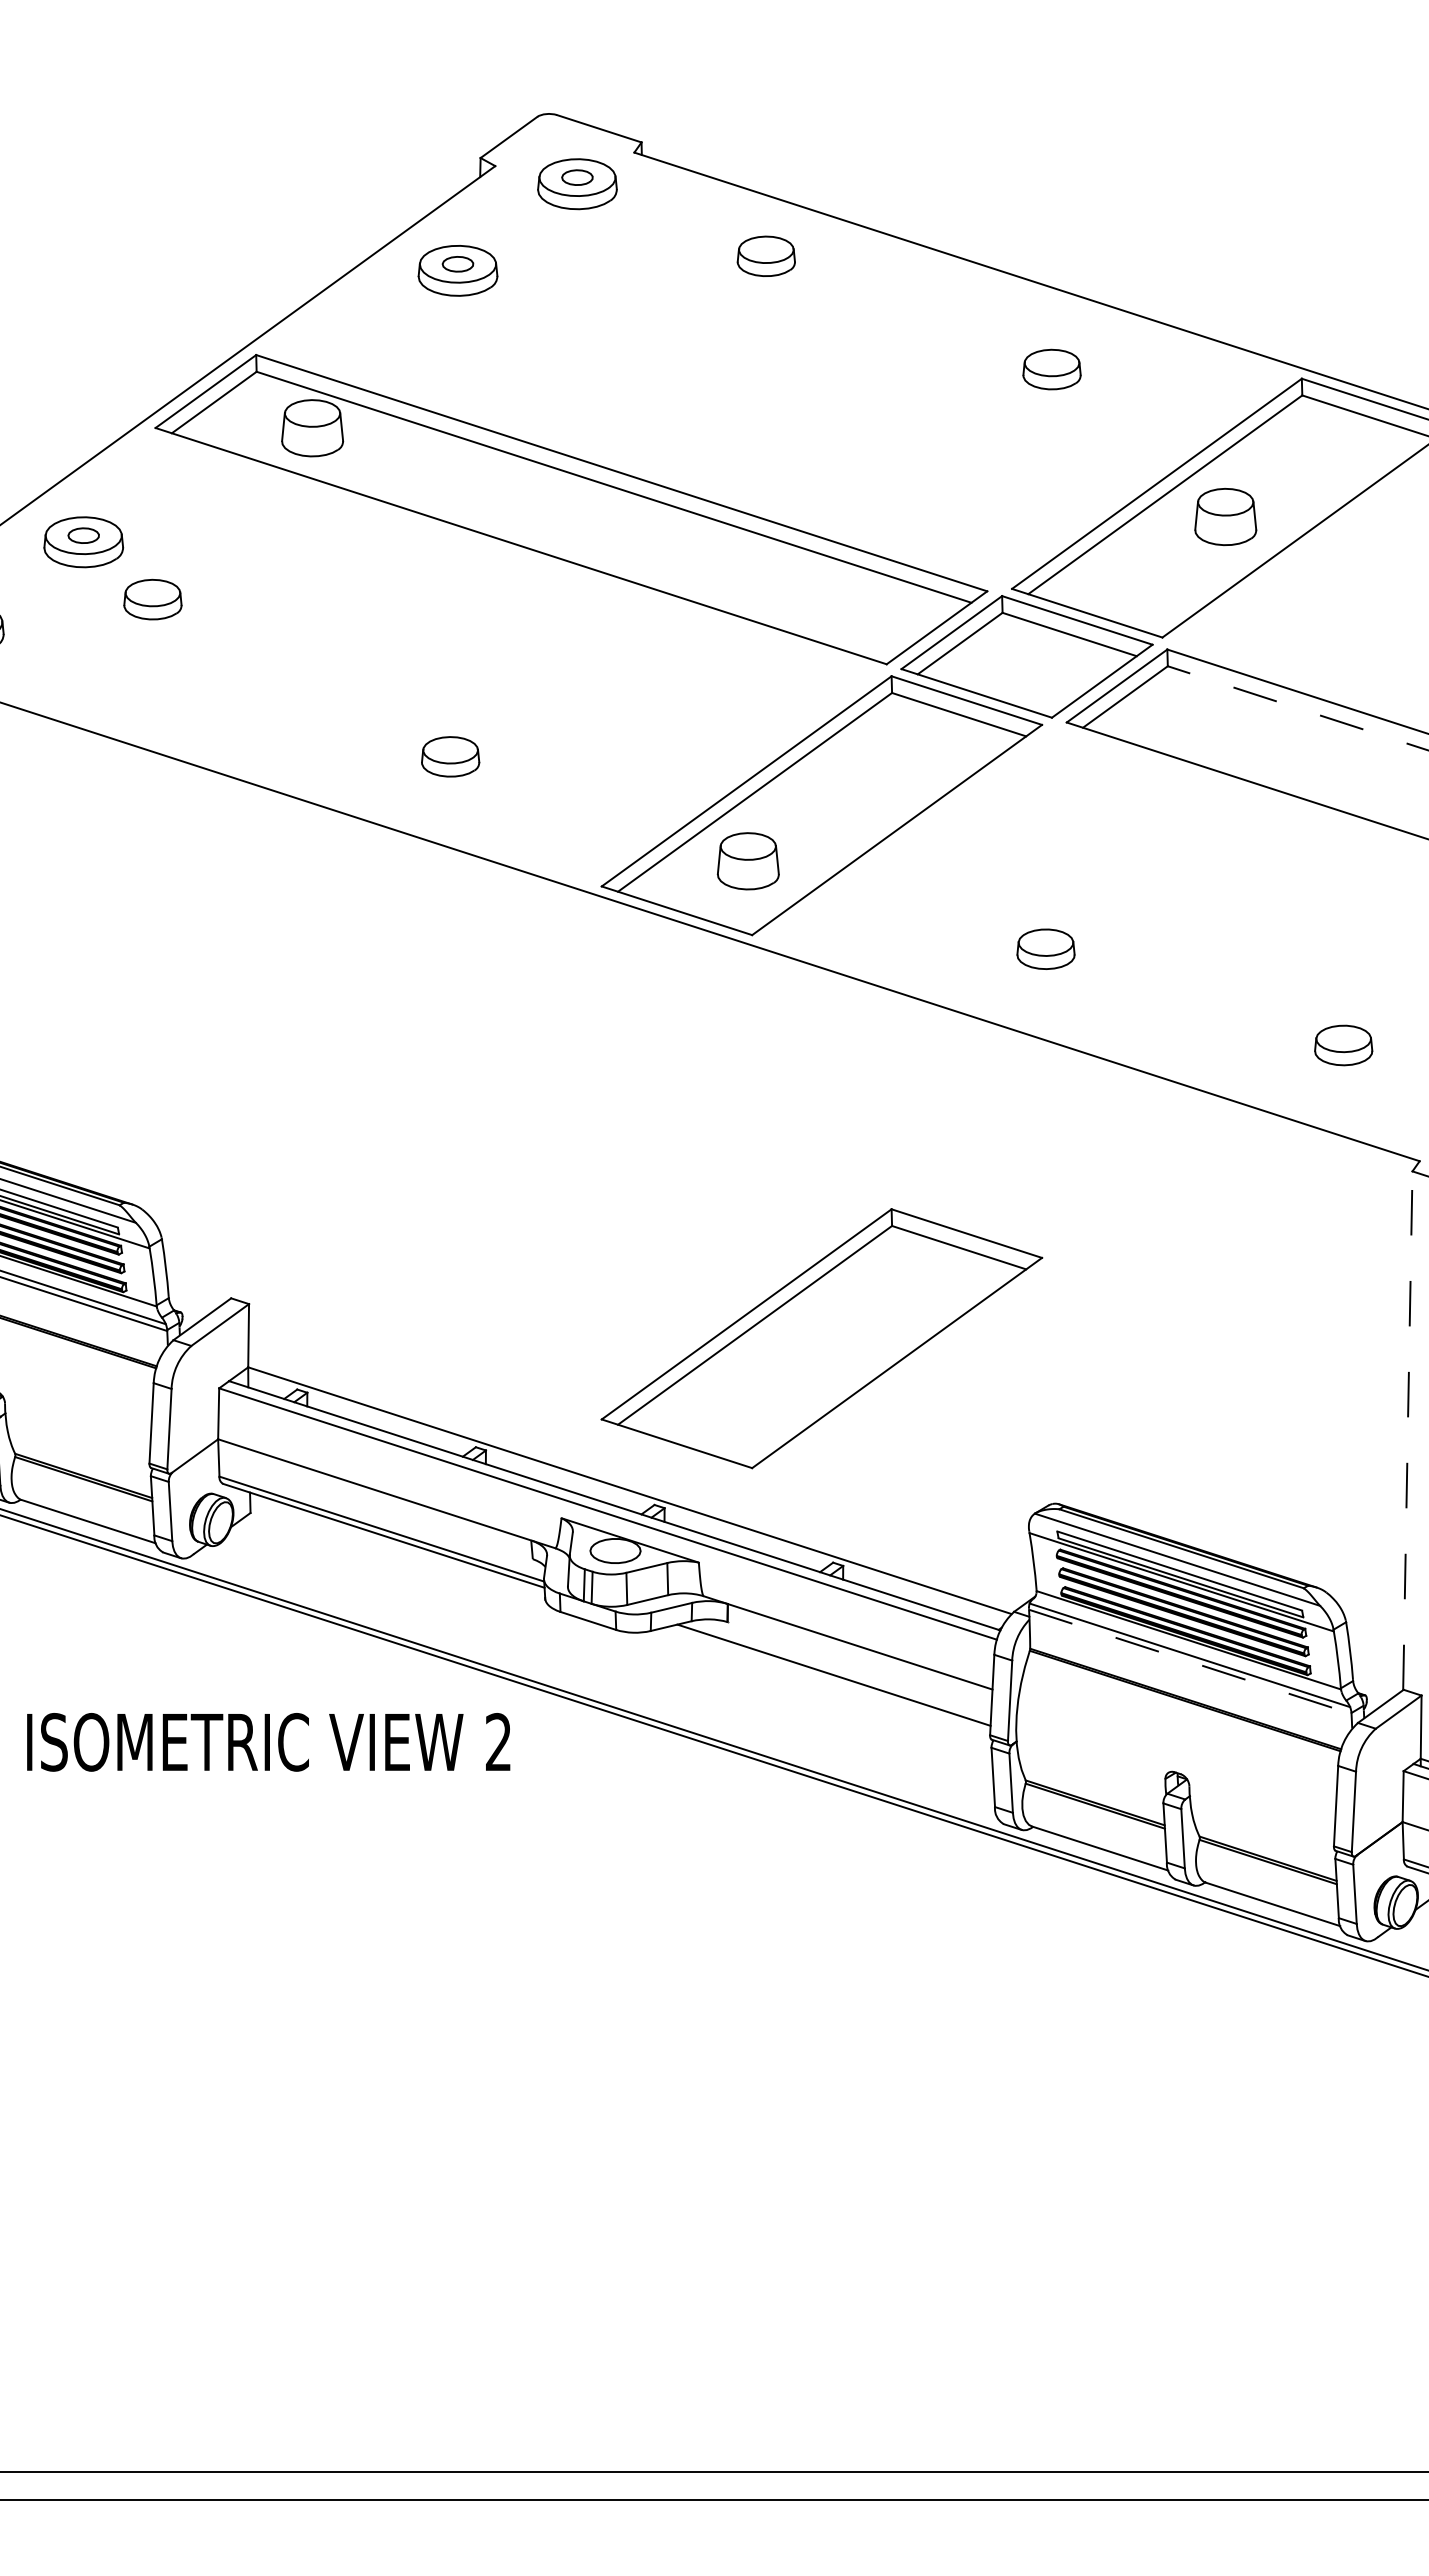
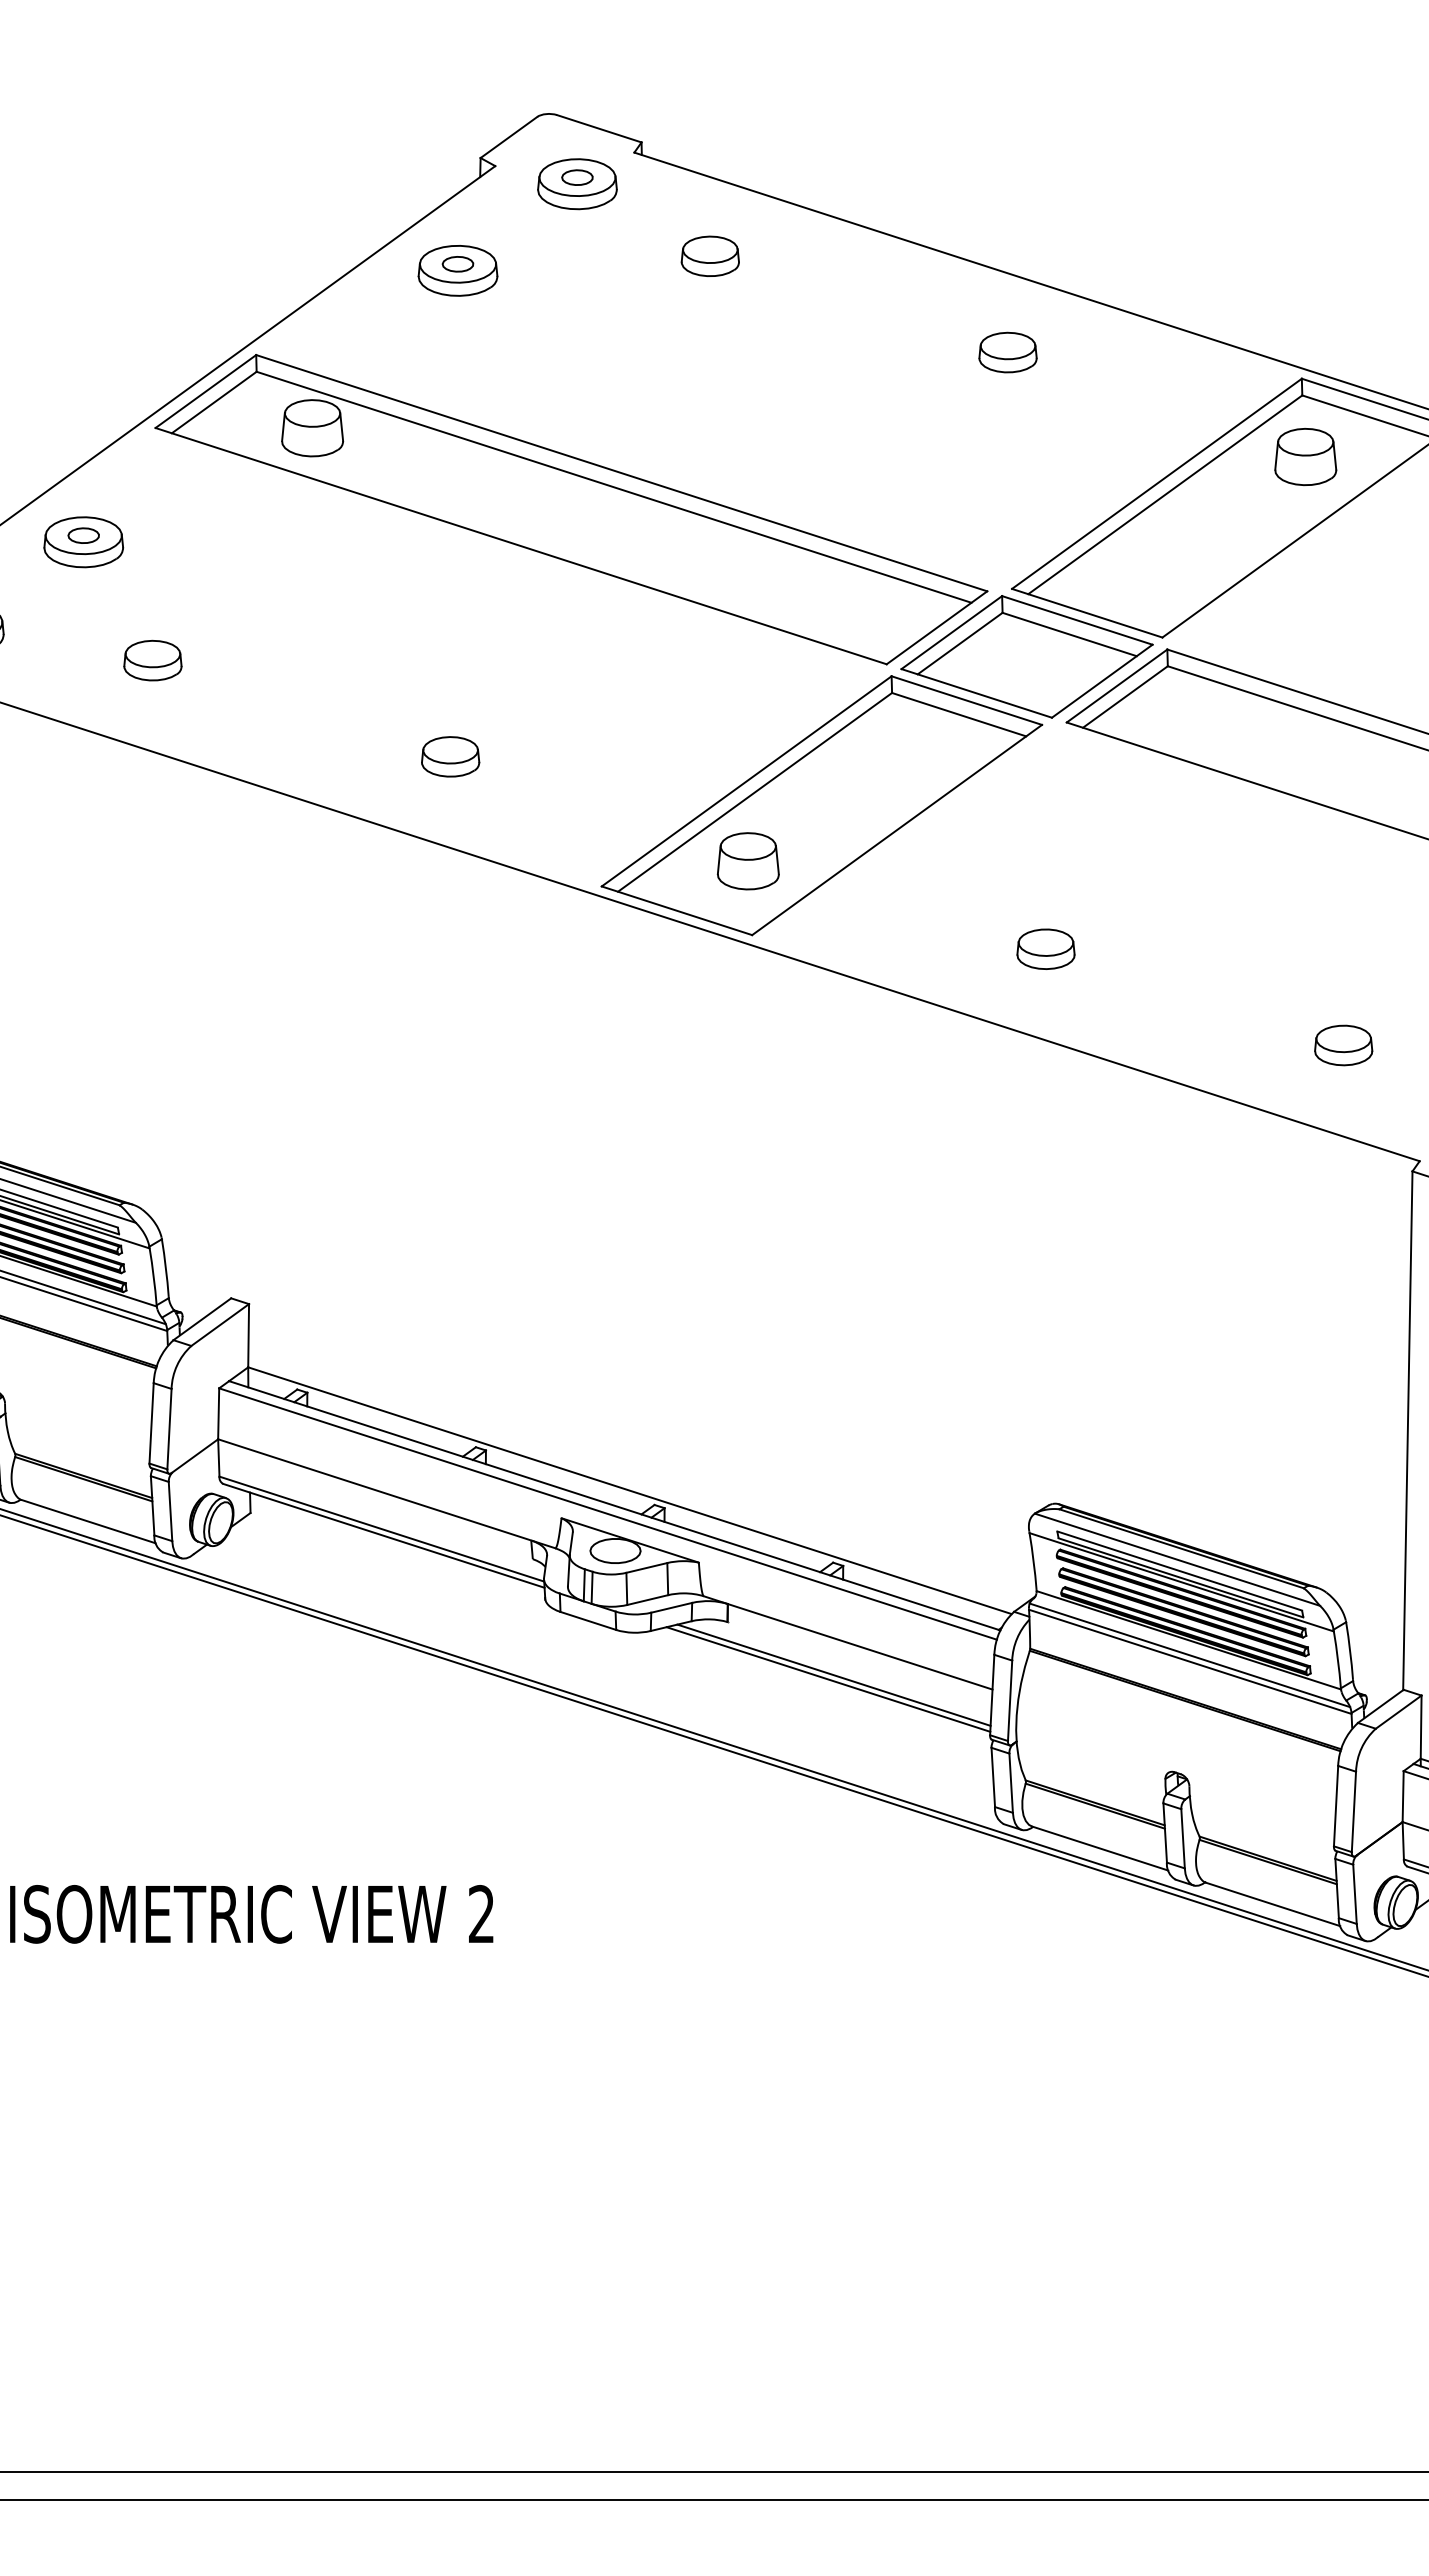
part at (765, 255) position: (765, 255) -> (709, 255)
part at (1051, 369) position: (1051, 369) -> (1007, 352)
part at (1225, 516) position: (1225, 516) -> (1305, 456)
part at (152, 599) position: (152, 599) -> (152, 660)
line at (1298, 708): dashed -> solid
part at (821, 1338): present -> none
line at (1407, 1430): dashed -> solid
line at (1190, 1662): dashed -> solid
line at (828, 1679): none -> present
text at (268, 1742) position: (268, 1742) -> (251, 1914)
